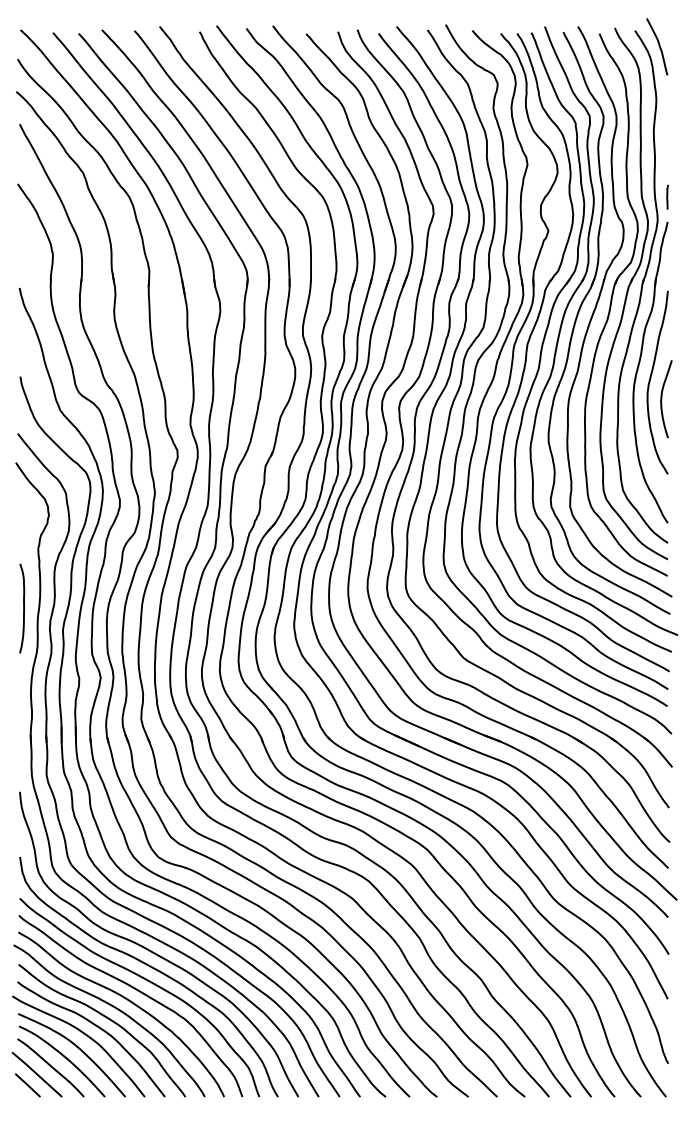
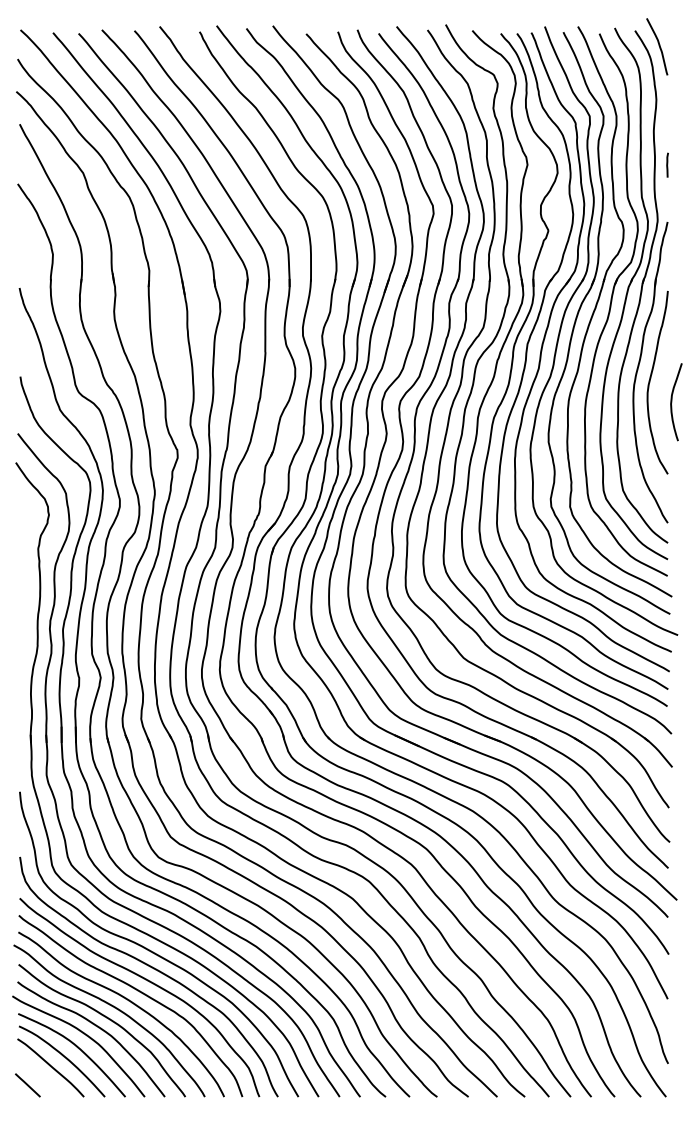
line at (667, 196) position: (667, 196) -> (667, 164)
curve at (662, 399) position: (662, 399) -> (672, 402)
curve at (23, 608): present -> none
line at (36, 1074): present -> none
